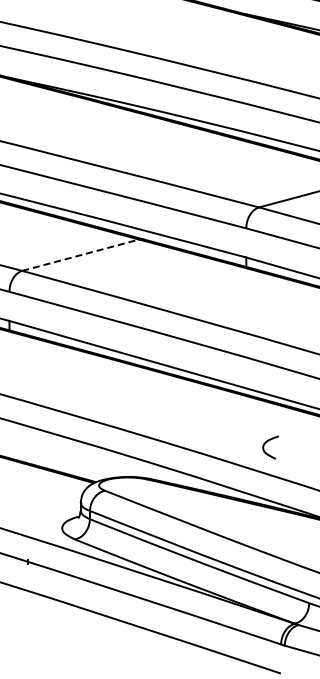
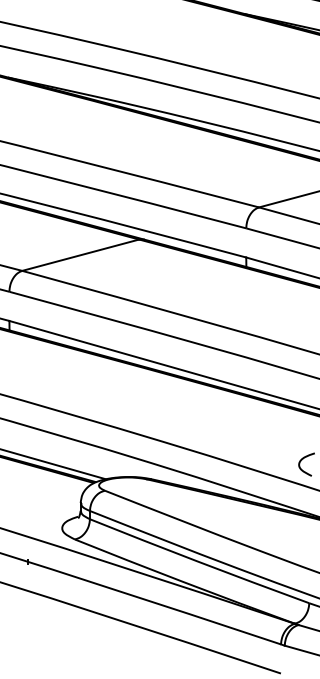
line at (80, 255): dashed -> solid
curve at (266, 443) position: (266, 443) -> (302, 460)
line at (54, 464): none -> present
